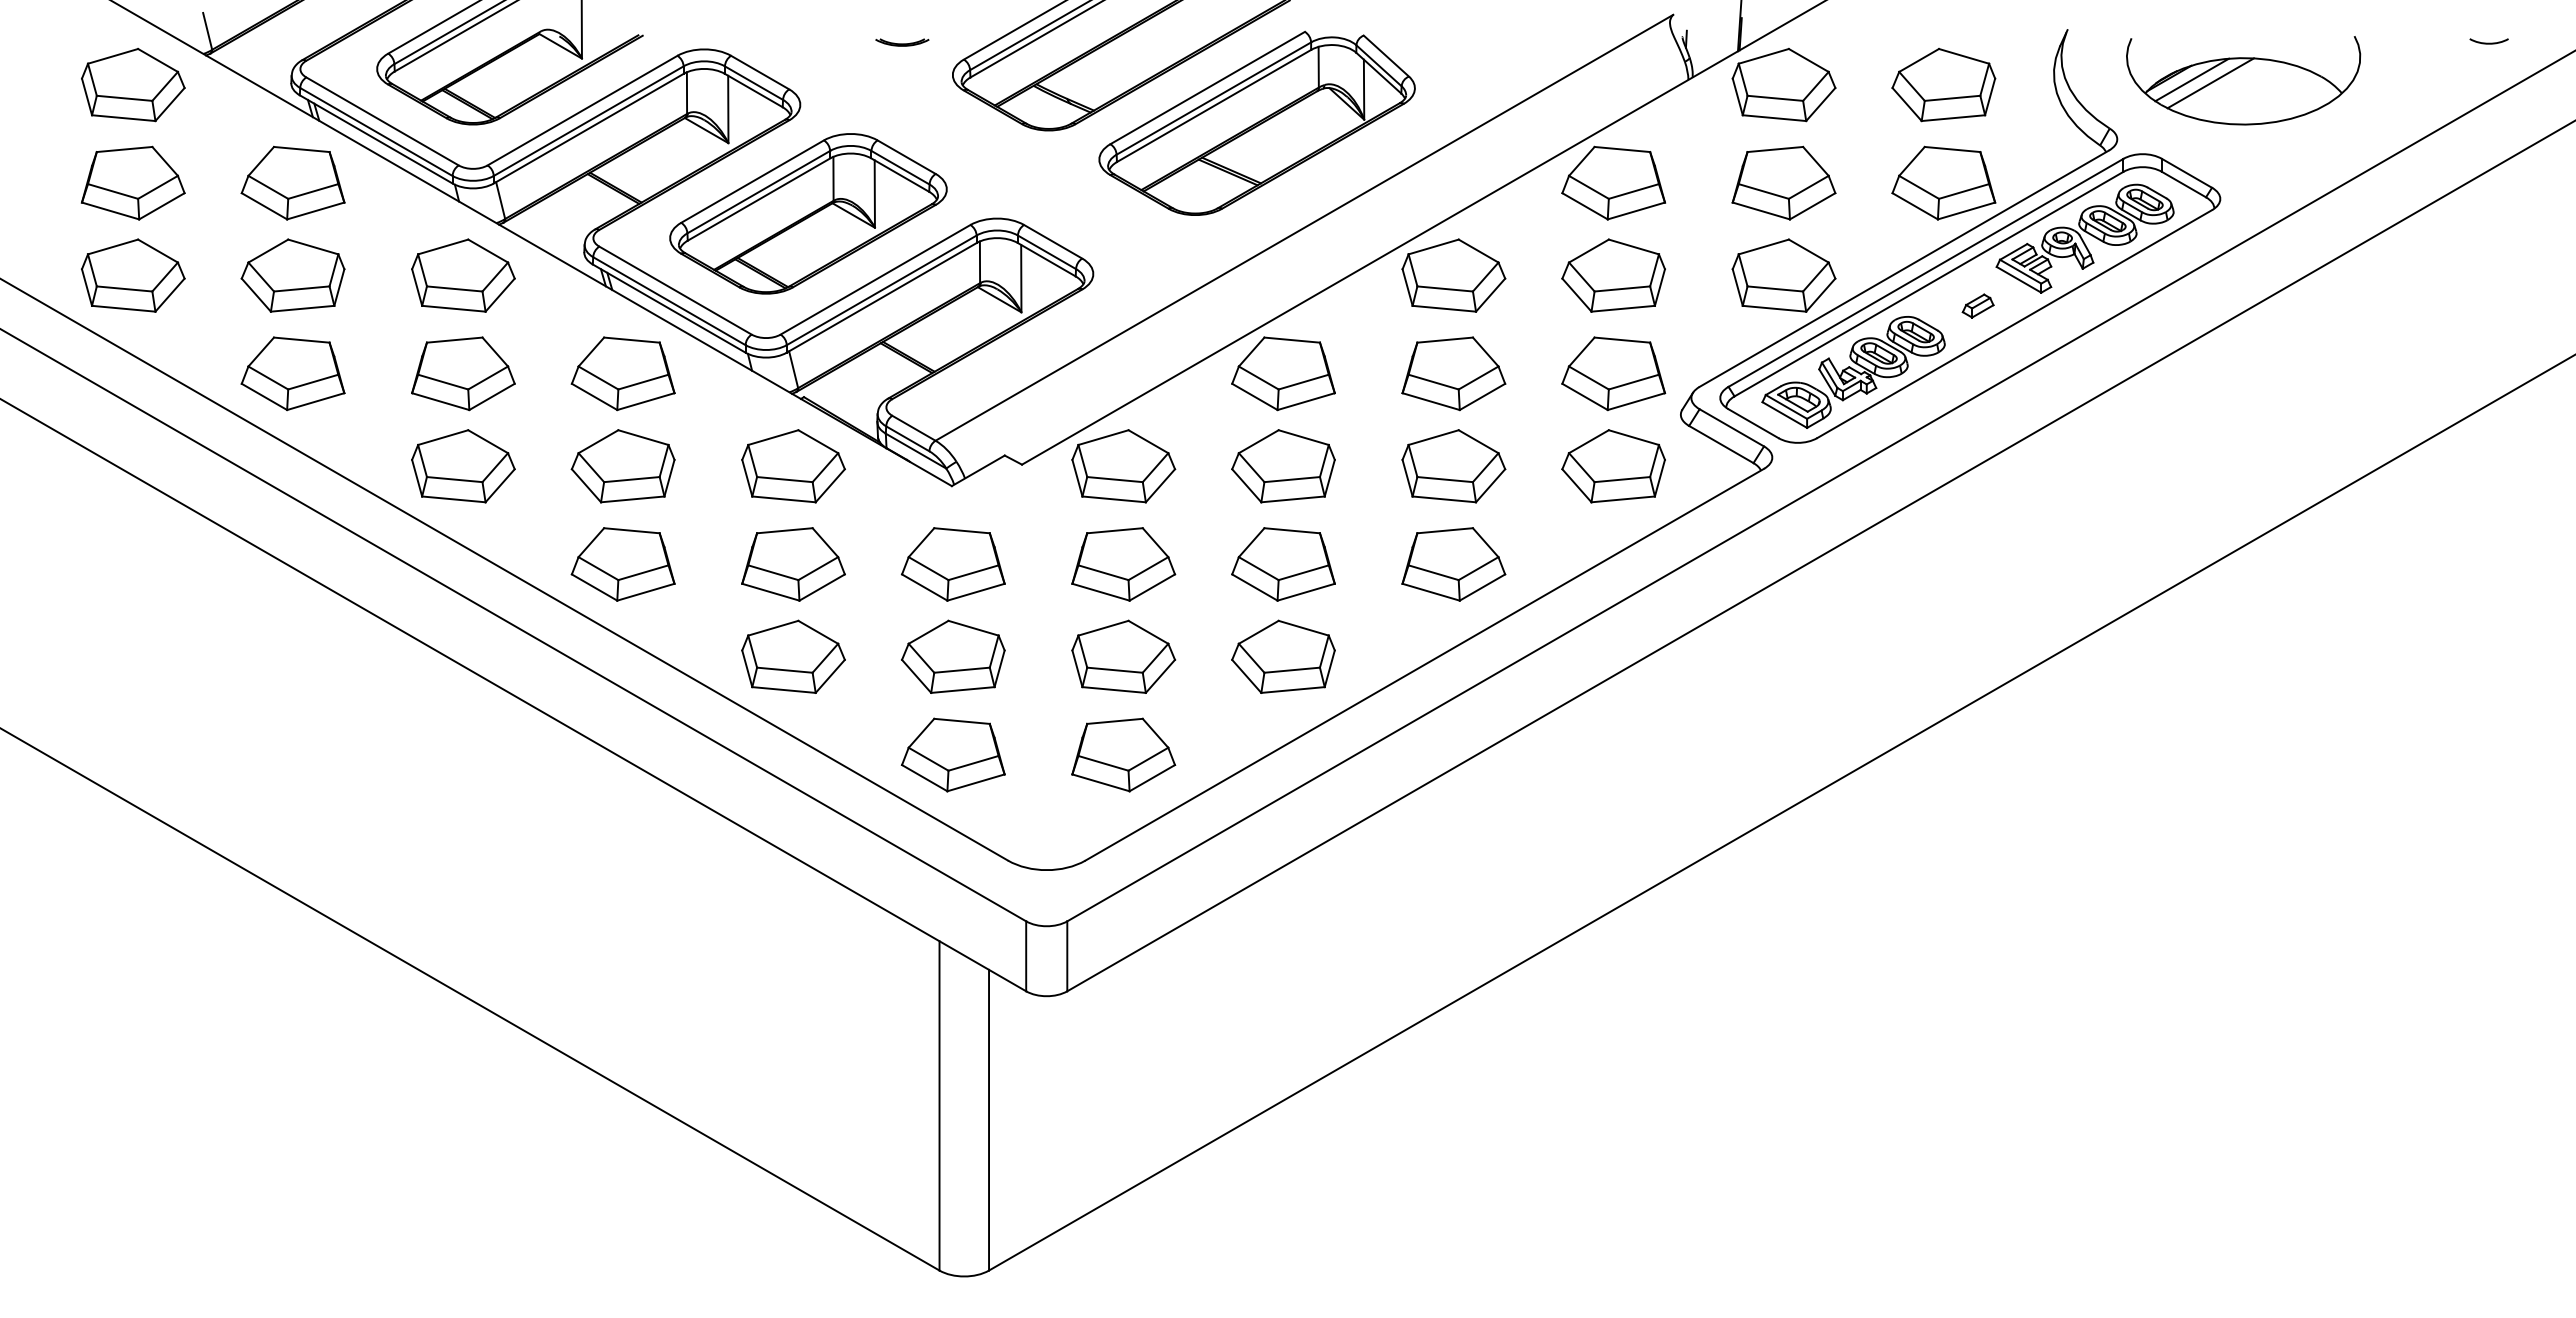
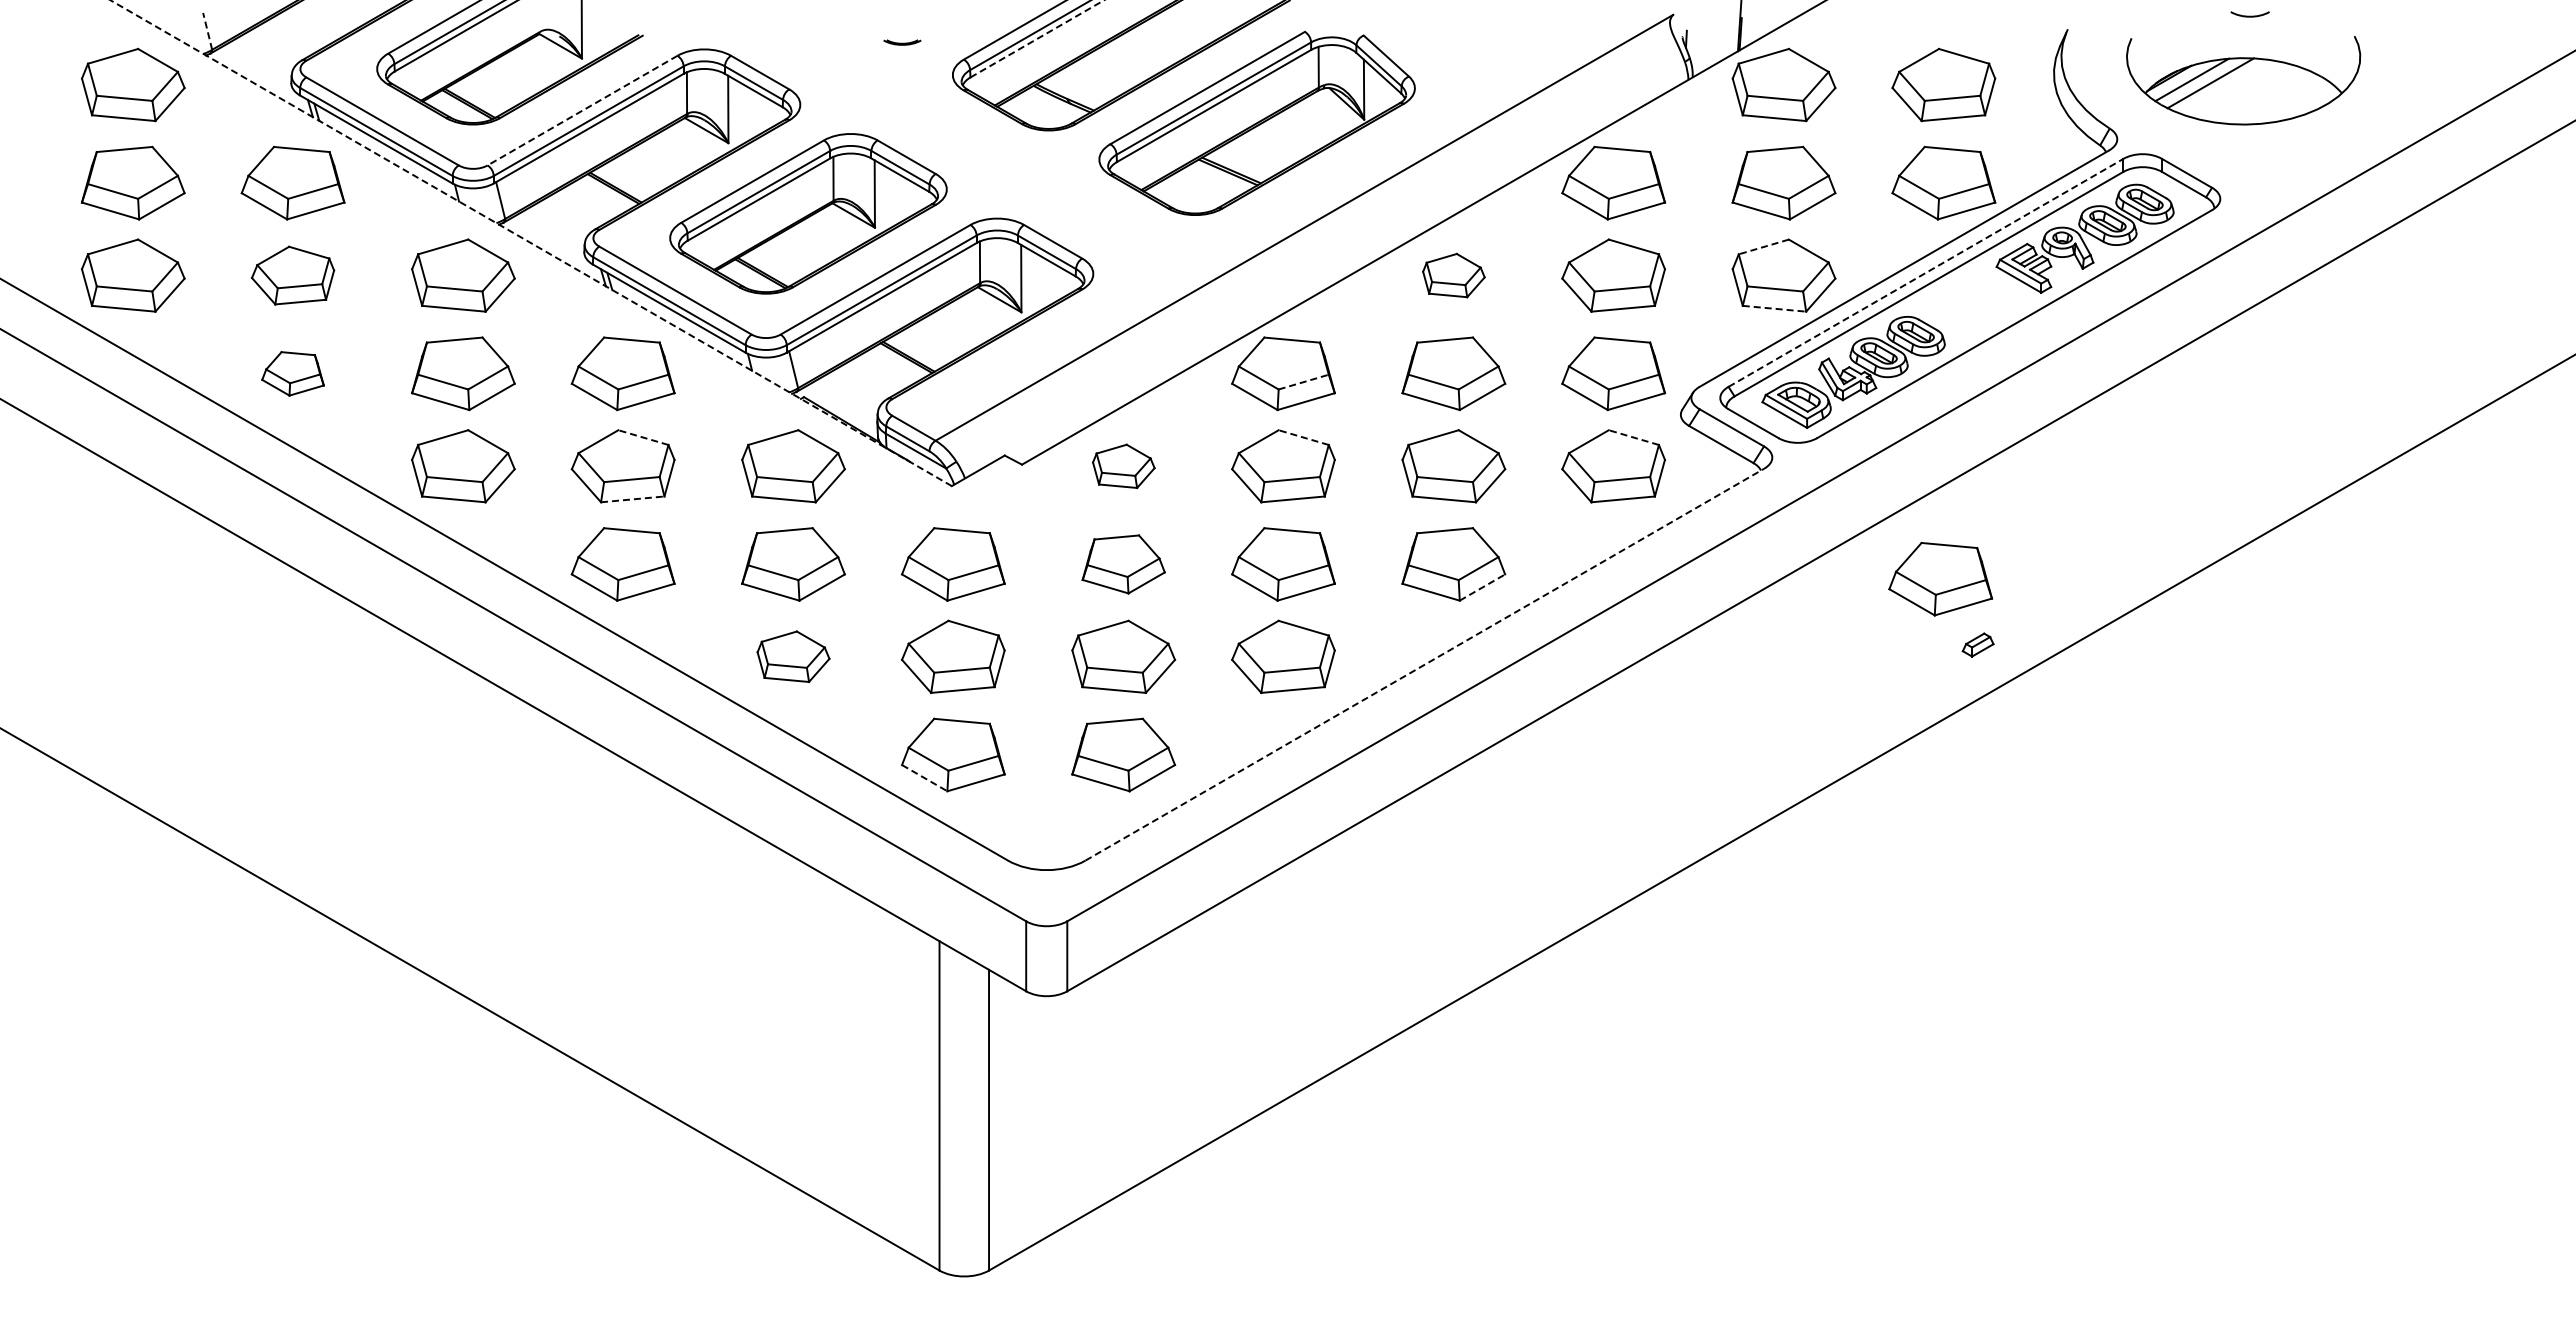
line at (207, 31): solid -> dashed
line at (1037, 38): solid -> dashed
part at (902, 42) size: 55x9 px -> 39x7 px
curve at (2488, 42) position: (2488, 42) -> (2249, 15)
line at (582, 110): solid -> dashed
line at (531, 243): solid -> dashed
line at (1763, 247): solid -> dashed
line at (1925, 272): solid -> dashed
part at (292, 275) size: 106x75 px -> 85x61 px
part at (1453, 275) size: 106x75 px -> 64x47 px
part at (1977, 305) position: (1977, 305) -> (1977, 644)
line at (1774, 308): solid -> dashed
part at (292, 373) size: 106x76 px -> 64x46 px
line at (1304, 381): solid -> dashed
line at (642, 437): solid -> dashed
line at (1303, 437): solid -> dashed
line at (1633, 437): solid -> dashed
part at (1123, 466) size: 106x75 px -> 64x46 px
line at (632, 499): solid -> dashed
part at (1123, 564) size: 106x75 px -> 85x61 px
part at (1940, 578): none -> present
line at (1482, 587): solid -> dashed
part at (793, 656) size: 105x75 px -> 75x53 px
line at (1424, 664): solid -> dashed
line at (925, 778): solid -> dashed
